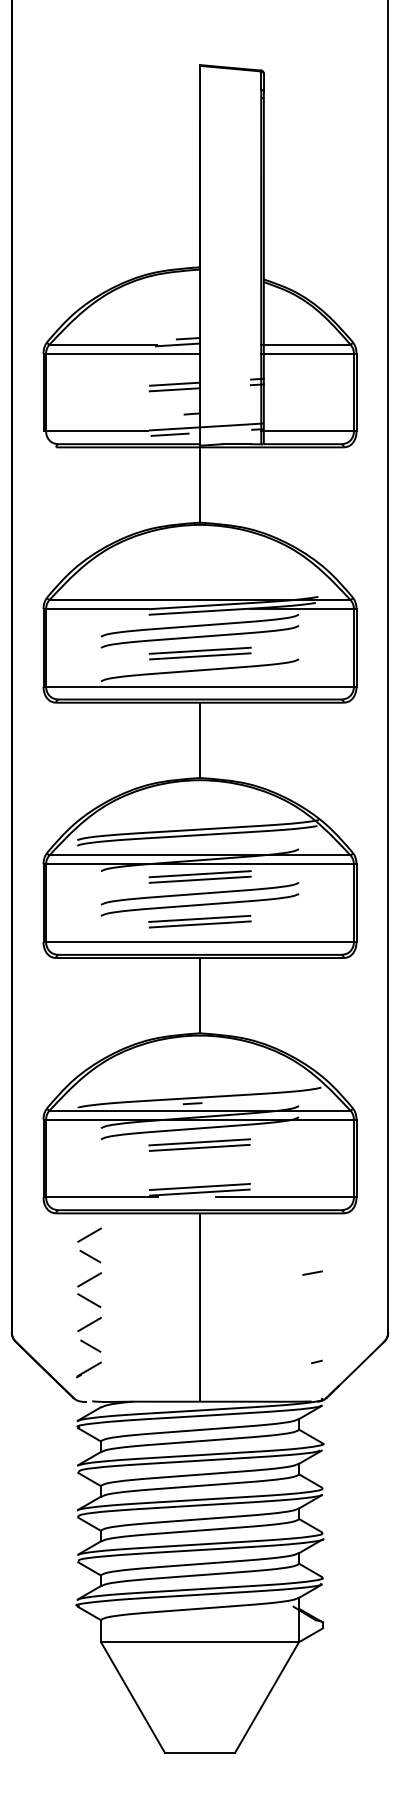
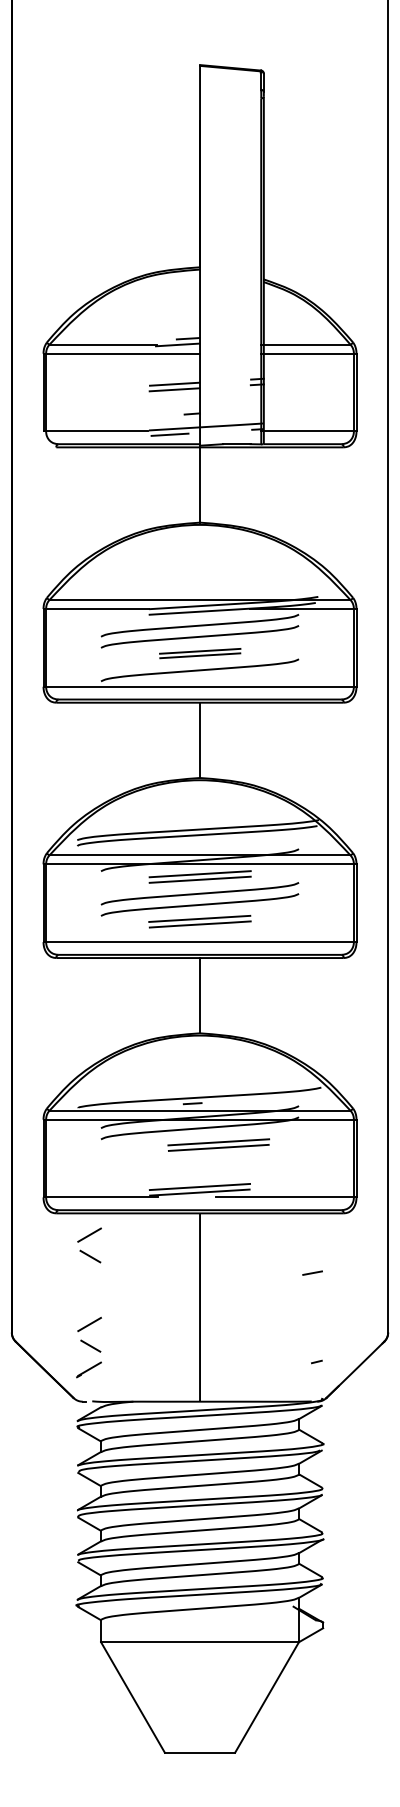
part at (199, 653) size: 104x15 px -> 83x12 px
part at (199, 1144) position: (199, 1144) -> (218, 1144)
part at (85, 1283): present -> none
